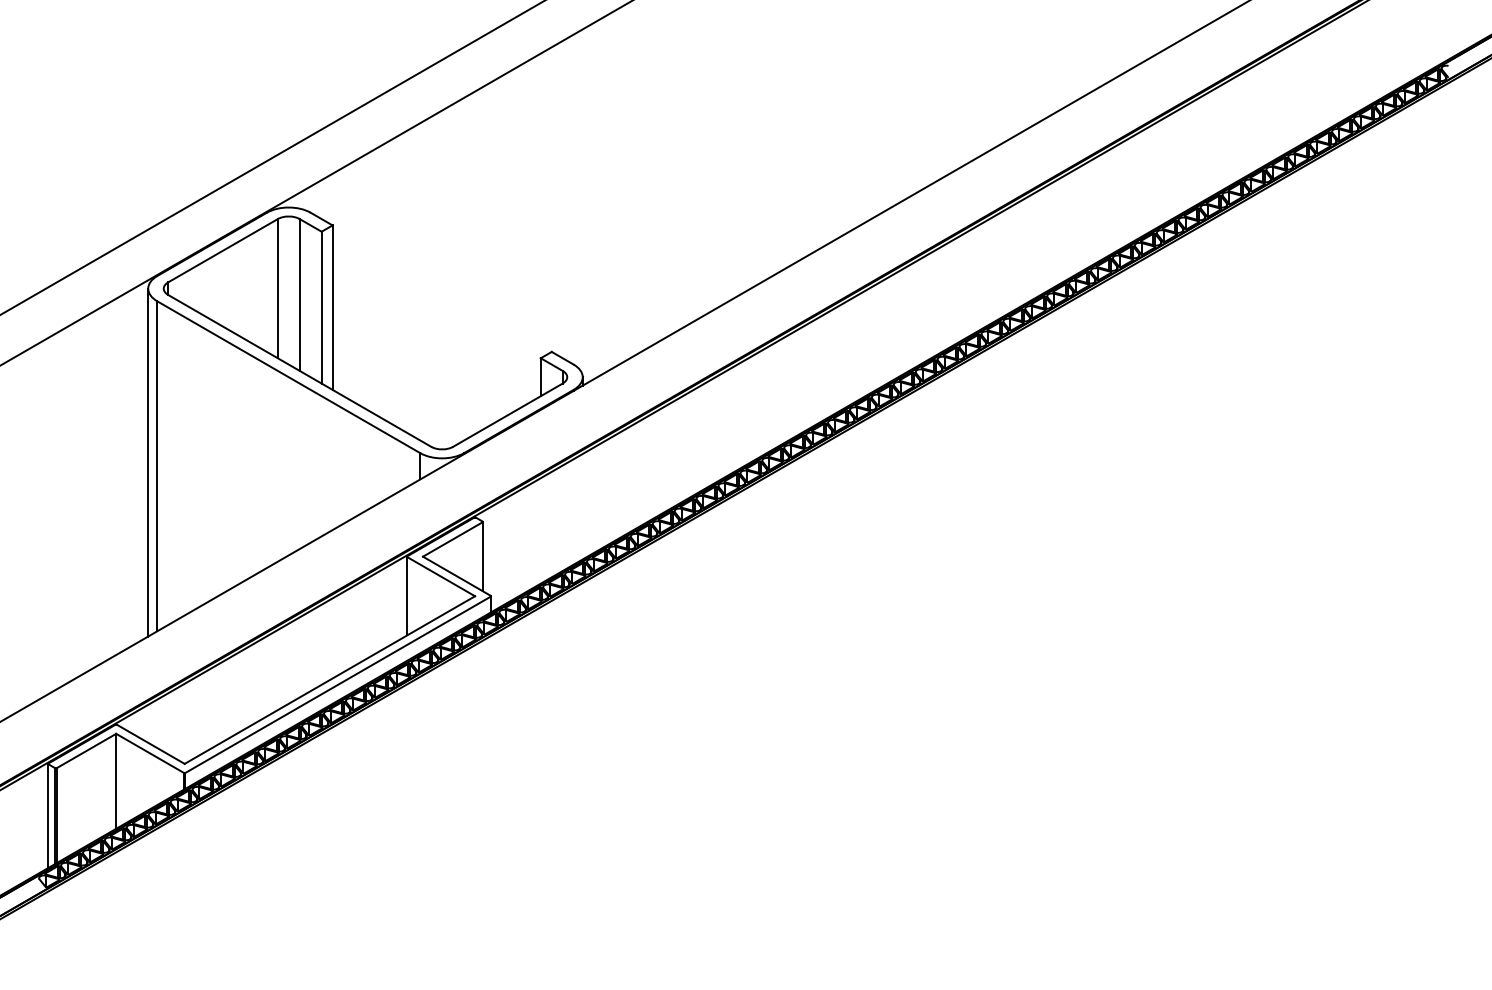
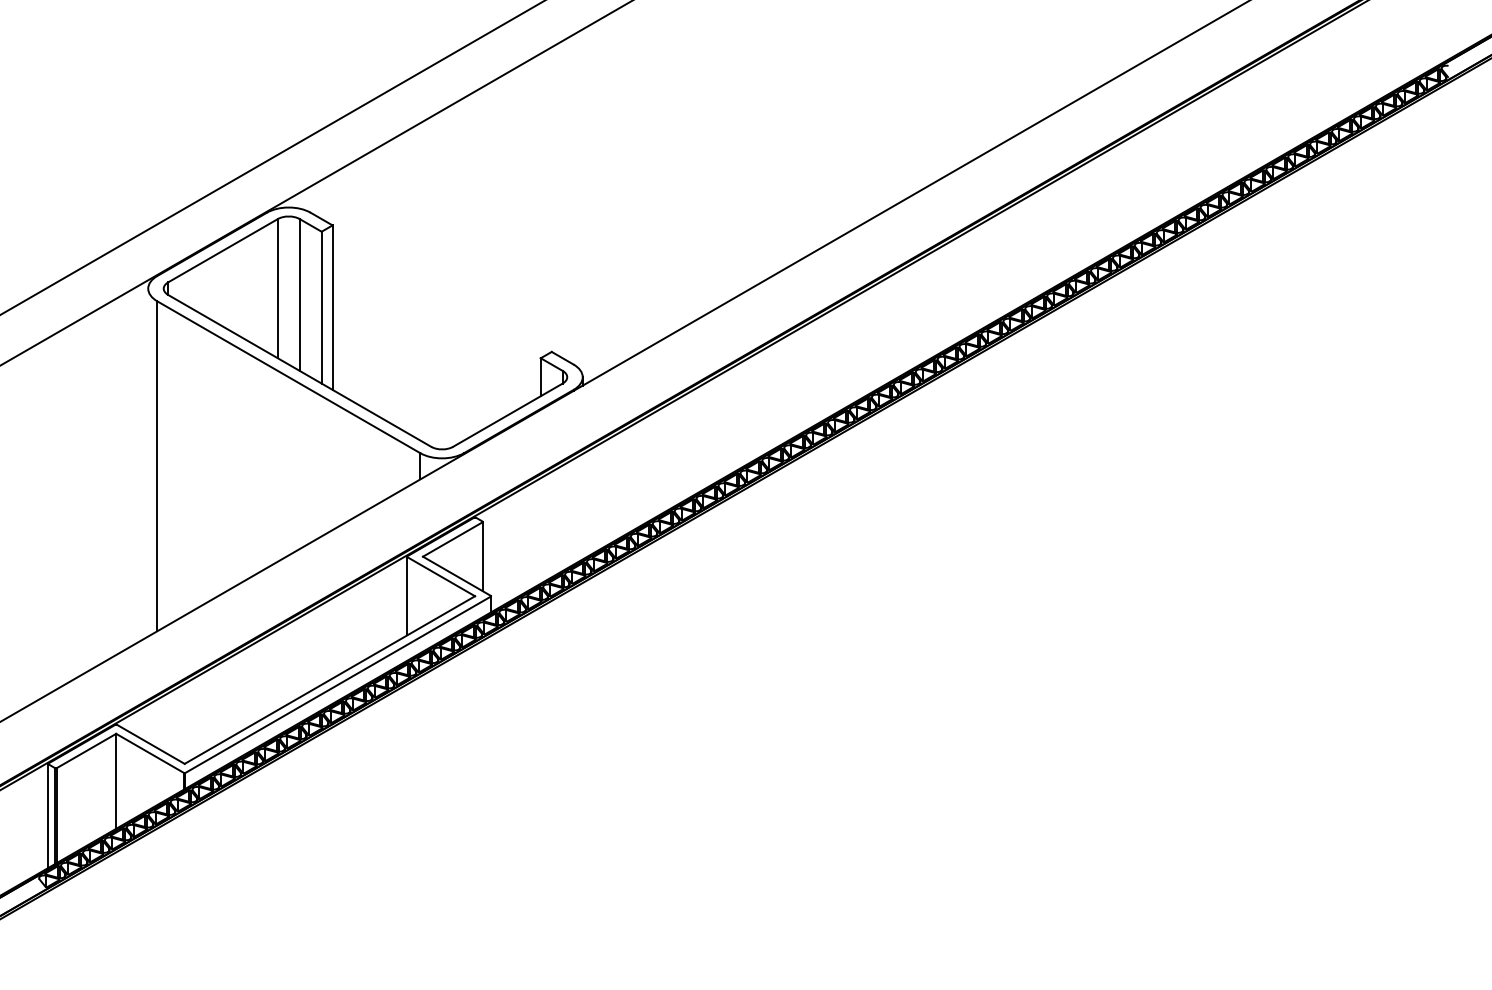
line at (148, 462): present -> none
